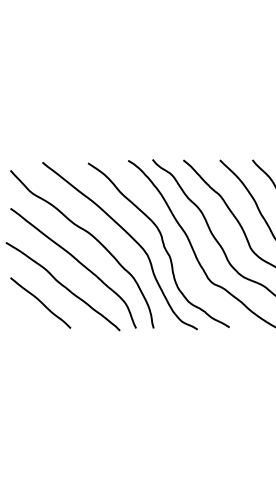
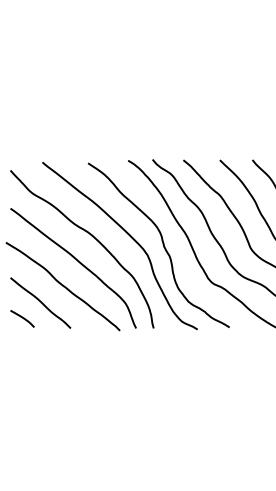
curve at (22, 318): none -> present
